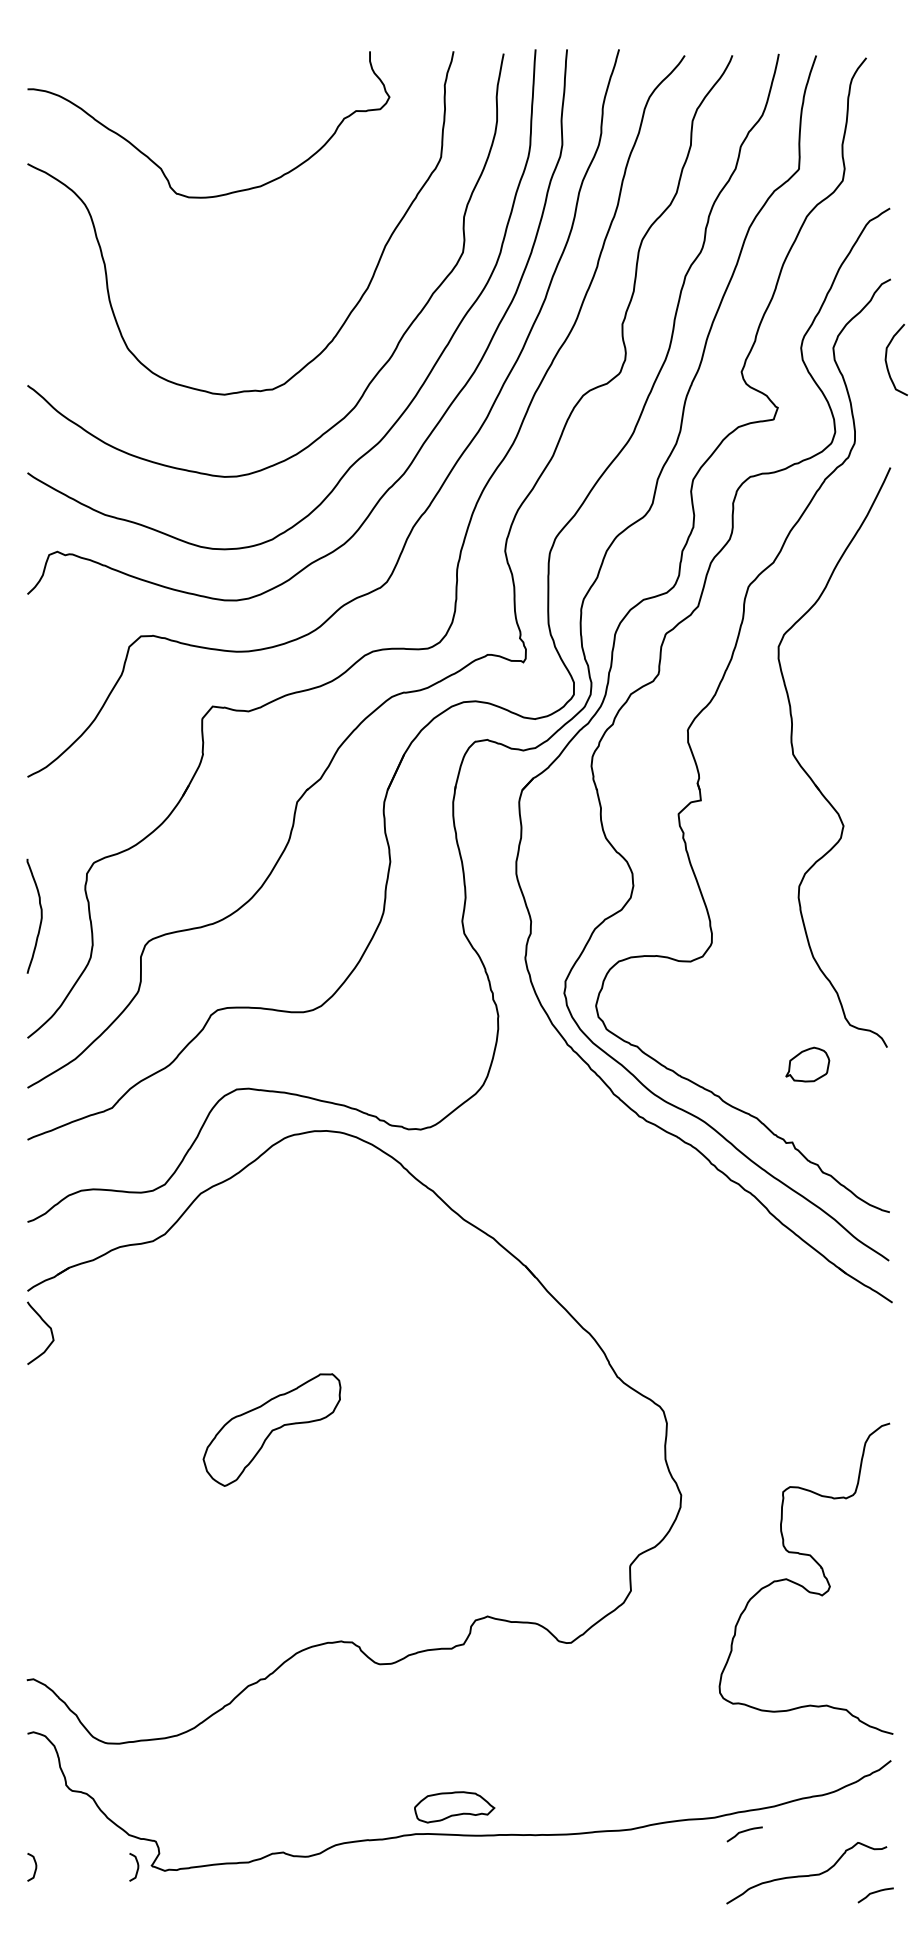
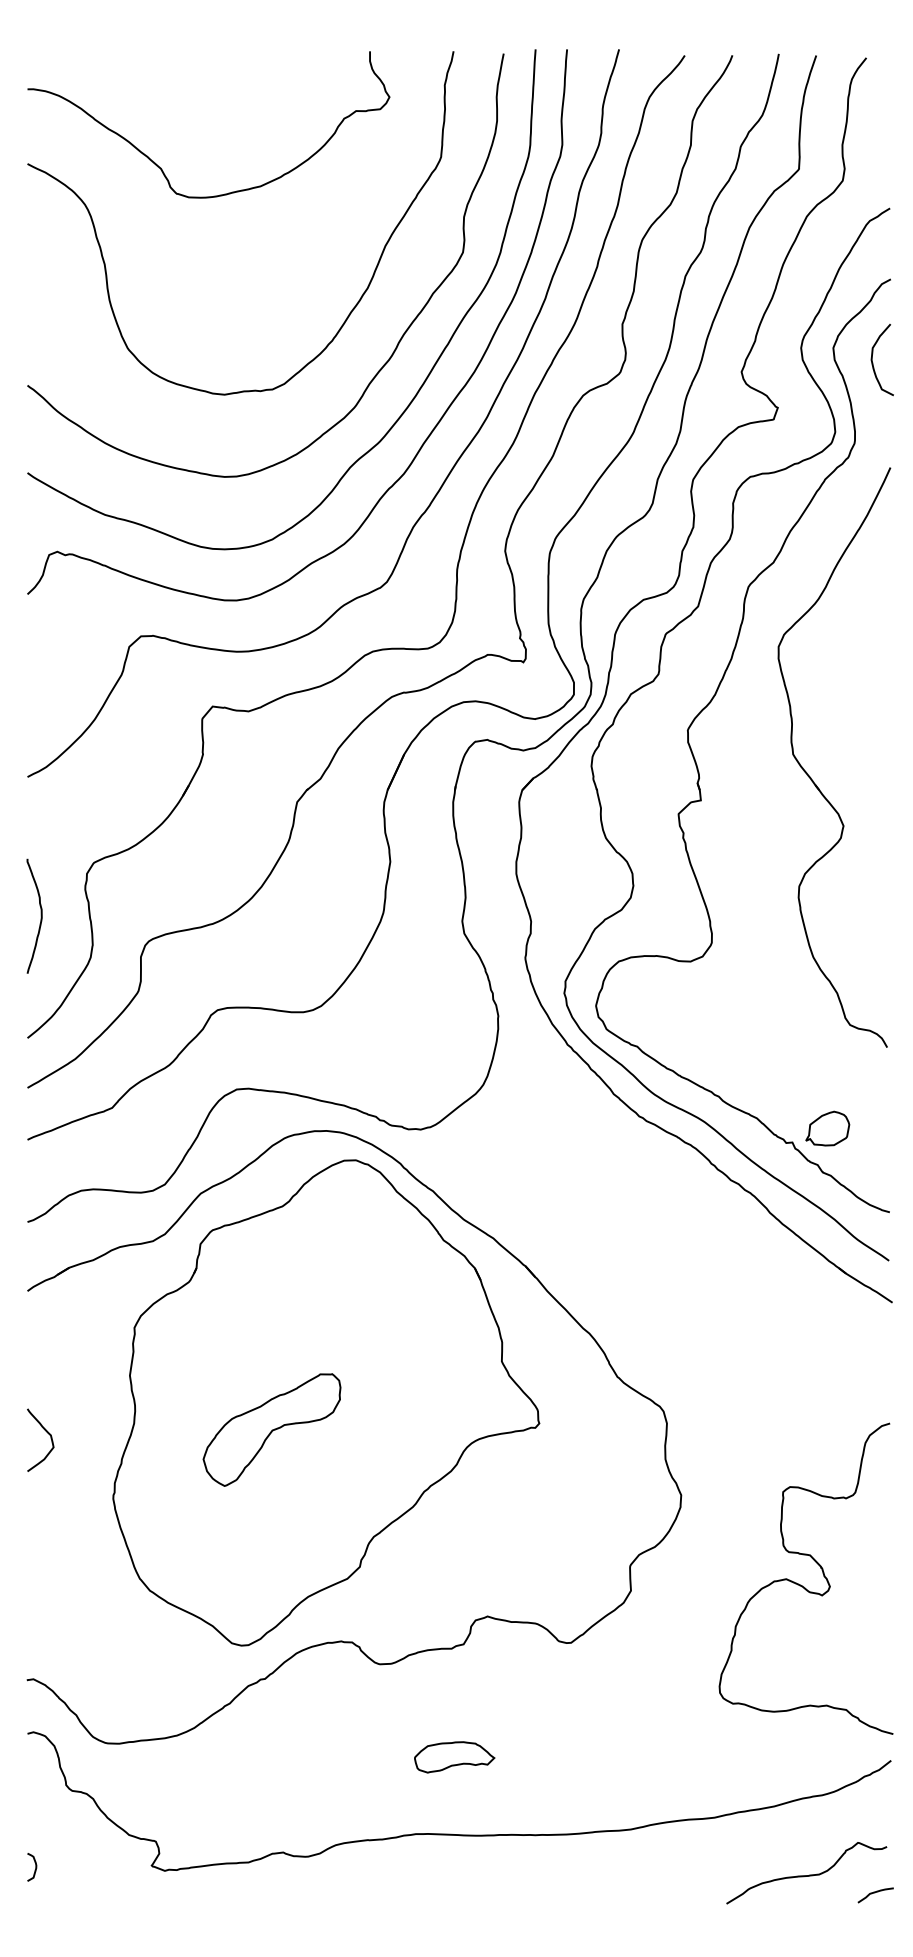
curve at (887, 362) position: (887, 362) -> (873, 362)
part at (807, 1064) position: (807, 1064) -> (827, 1128)
curve at (46, 1325) position: (46, 1325) -> (46, 1432)
part at (326, 1402): none -> present
part at (454, 1807) position: (454, 1807) -> (454, 1757)
curve at (744, 1832): present -> none
curve at (137, 1867): present -> none
